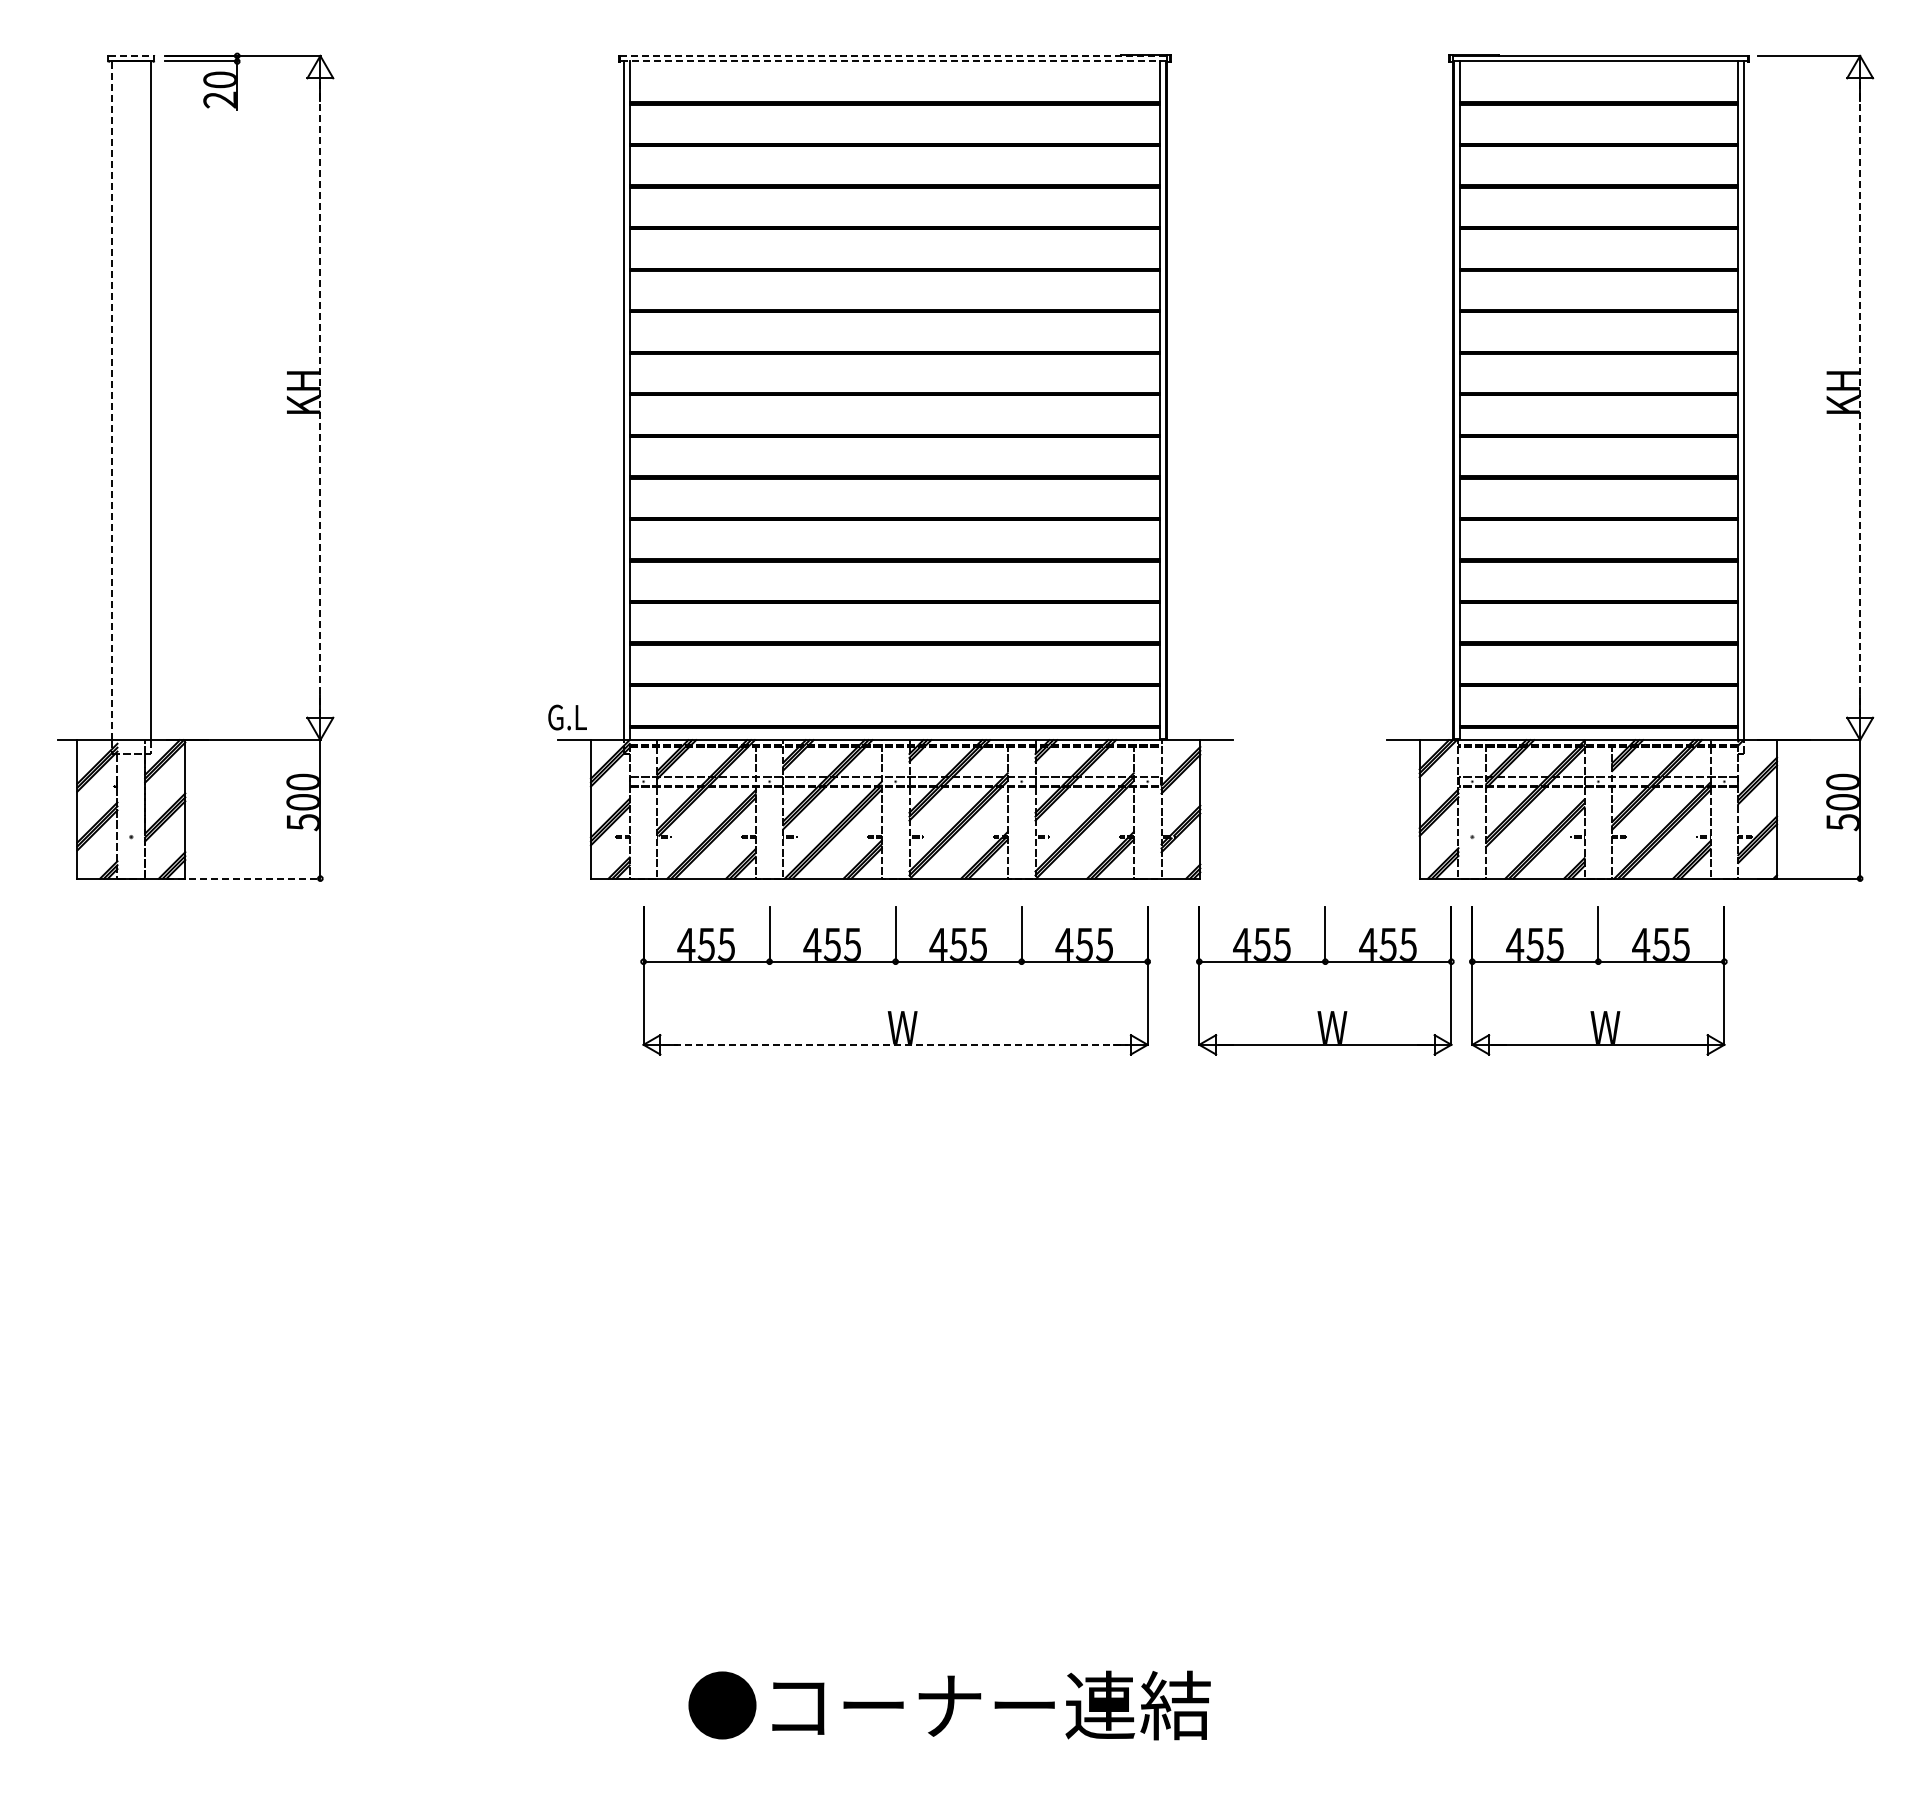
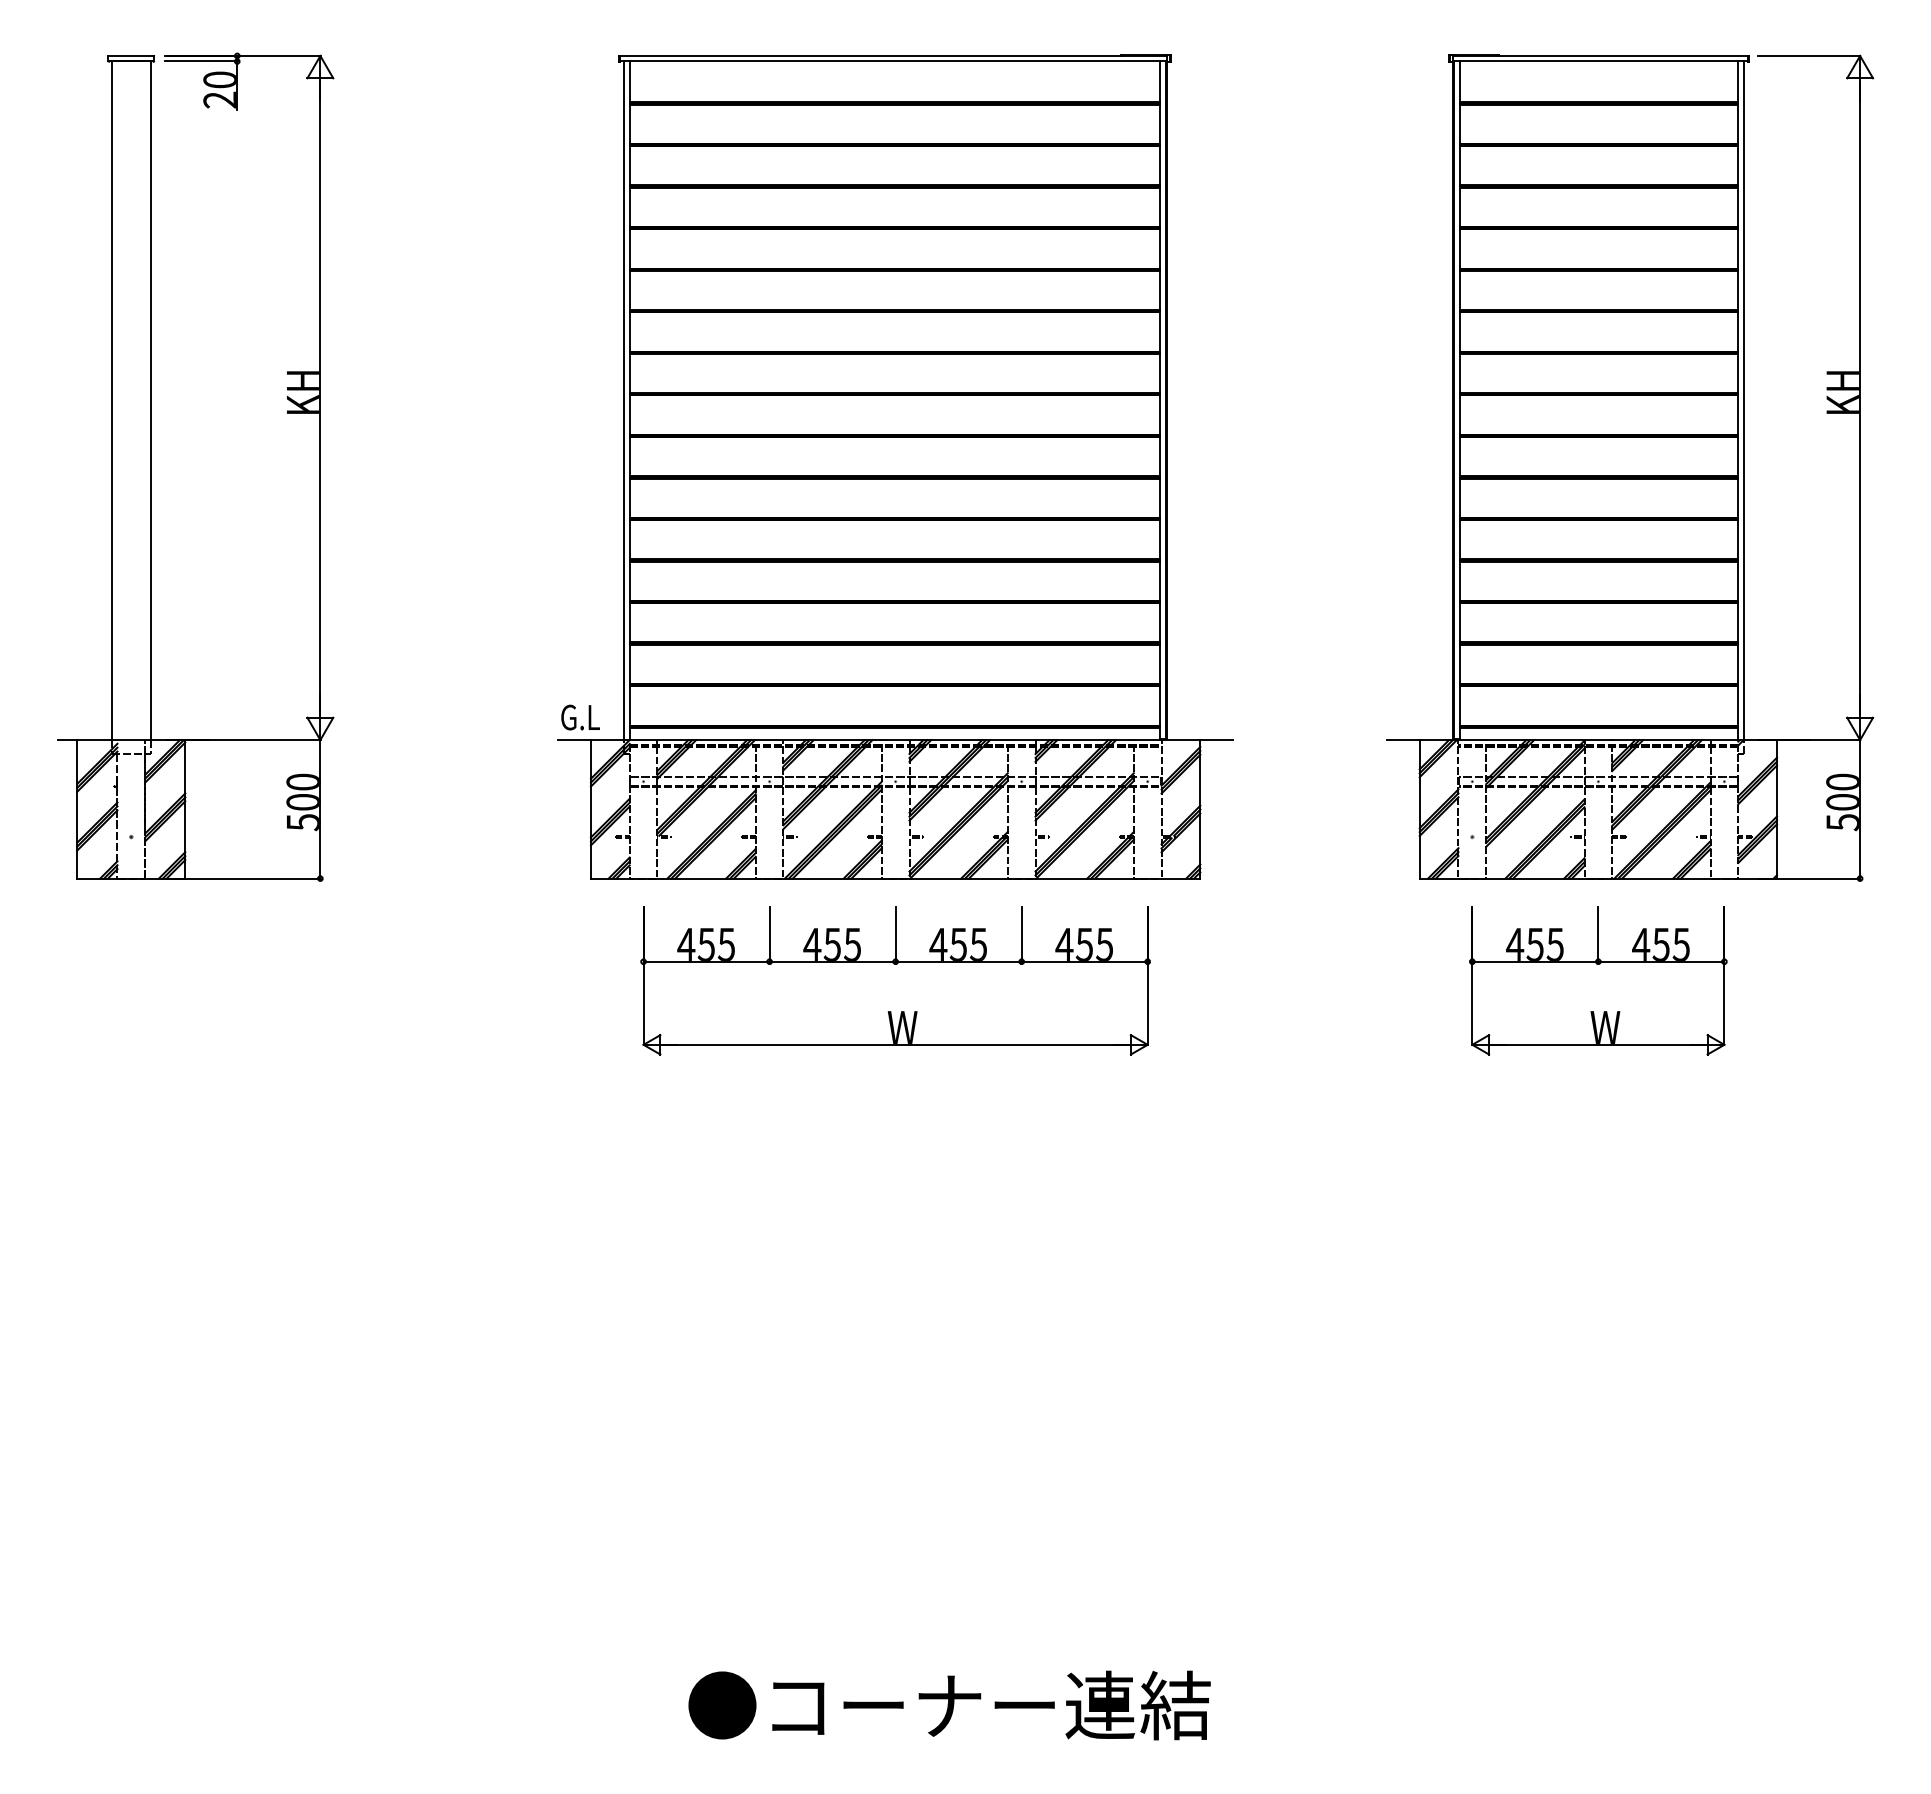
line at (131, 55): dashed -> solid
line at (893, 55): dashed -> solid
line at (893, 61): dashed -> solid
line at (320, 398): dashed -> solid
line at (1860, 398): dashed -> solid
line at (111, 400): dashed -> solid
text at (567, 717) position: (567, 717) -> (580, 717)
line at (244, 878): dashed -> solid
part at (1325, 980): present -> none
line at (895, 1044): dashed -> solid
